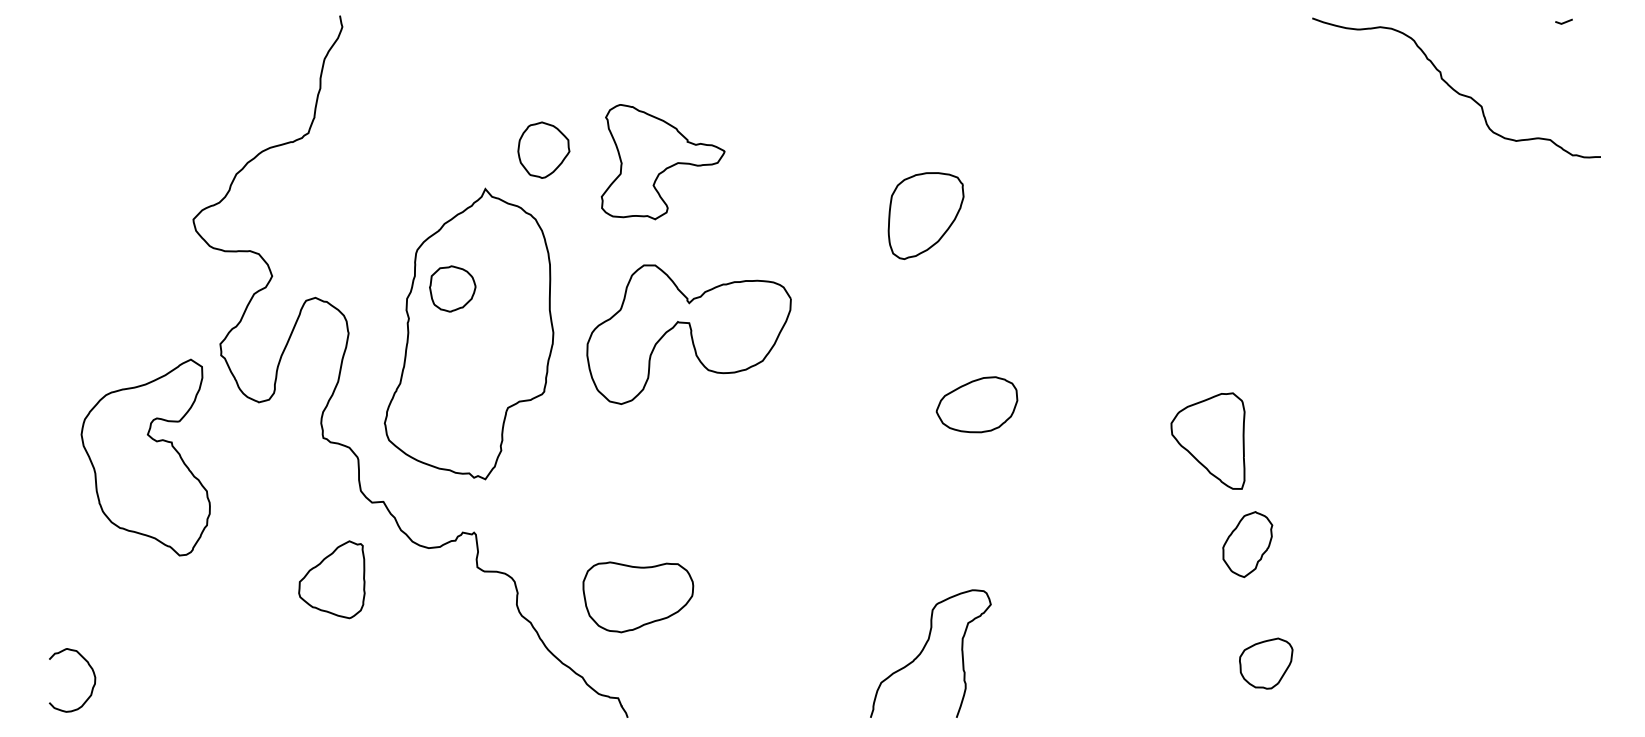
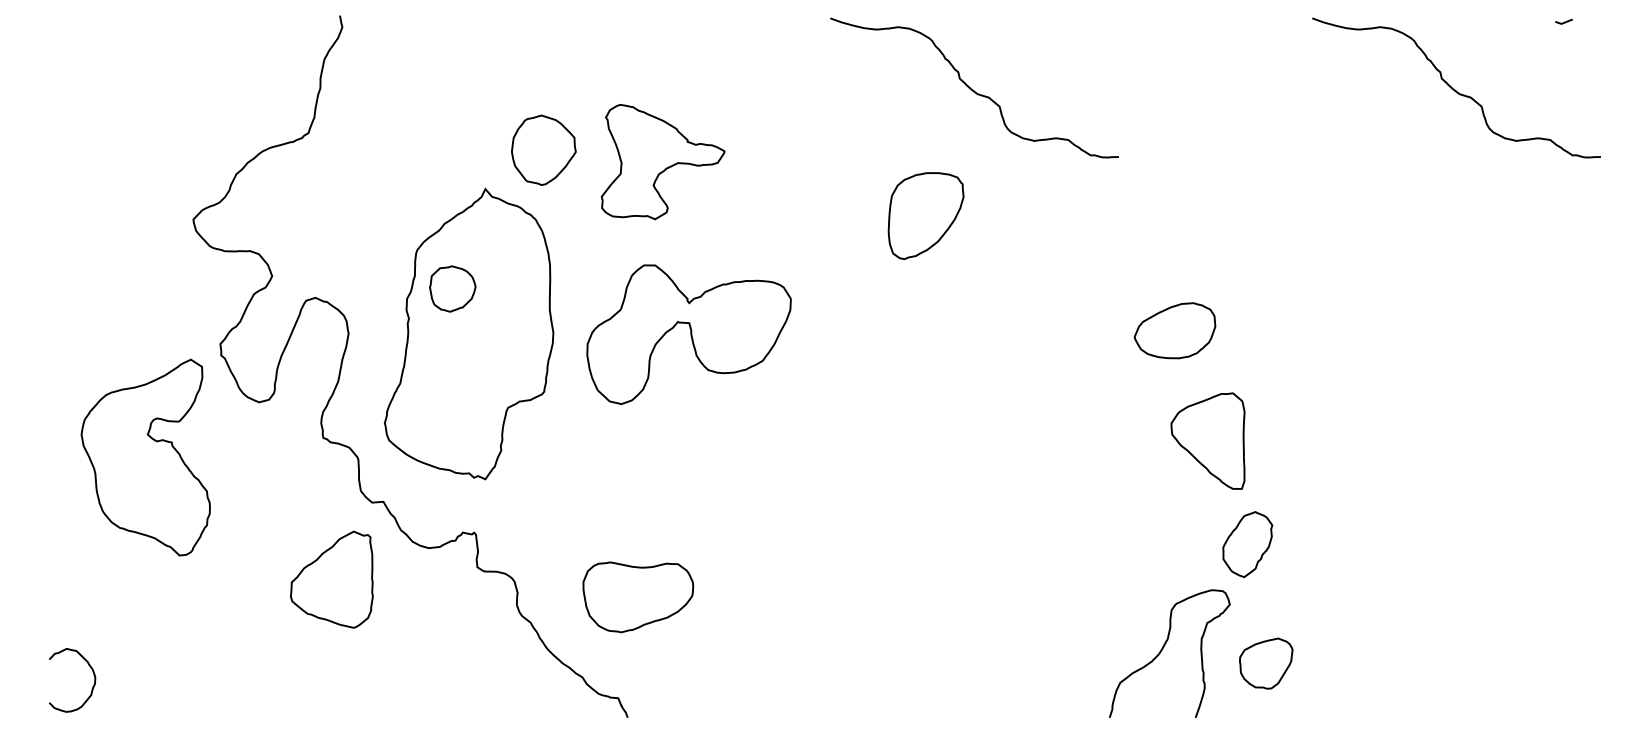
curve at (973, 89): none -> present
part at (543, 149) size: 54x58 px -> 66x72 px
part at (976, 404) position: (976, 404) -> (1174, 330)
part at (331, 579) size: 68x80 px -> 84x99 px
curve at (924, 649) position: (924, 649) -> (1163, 649)
